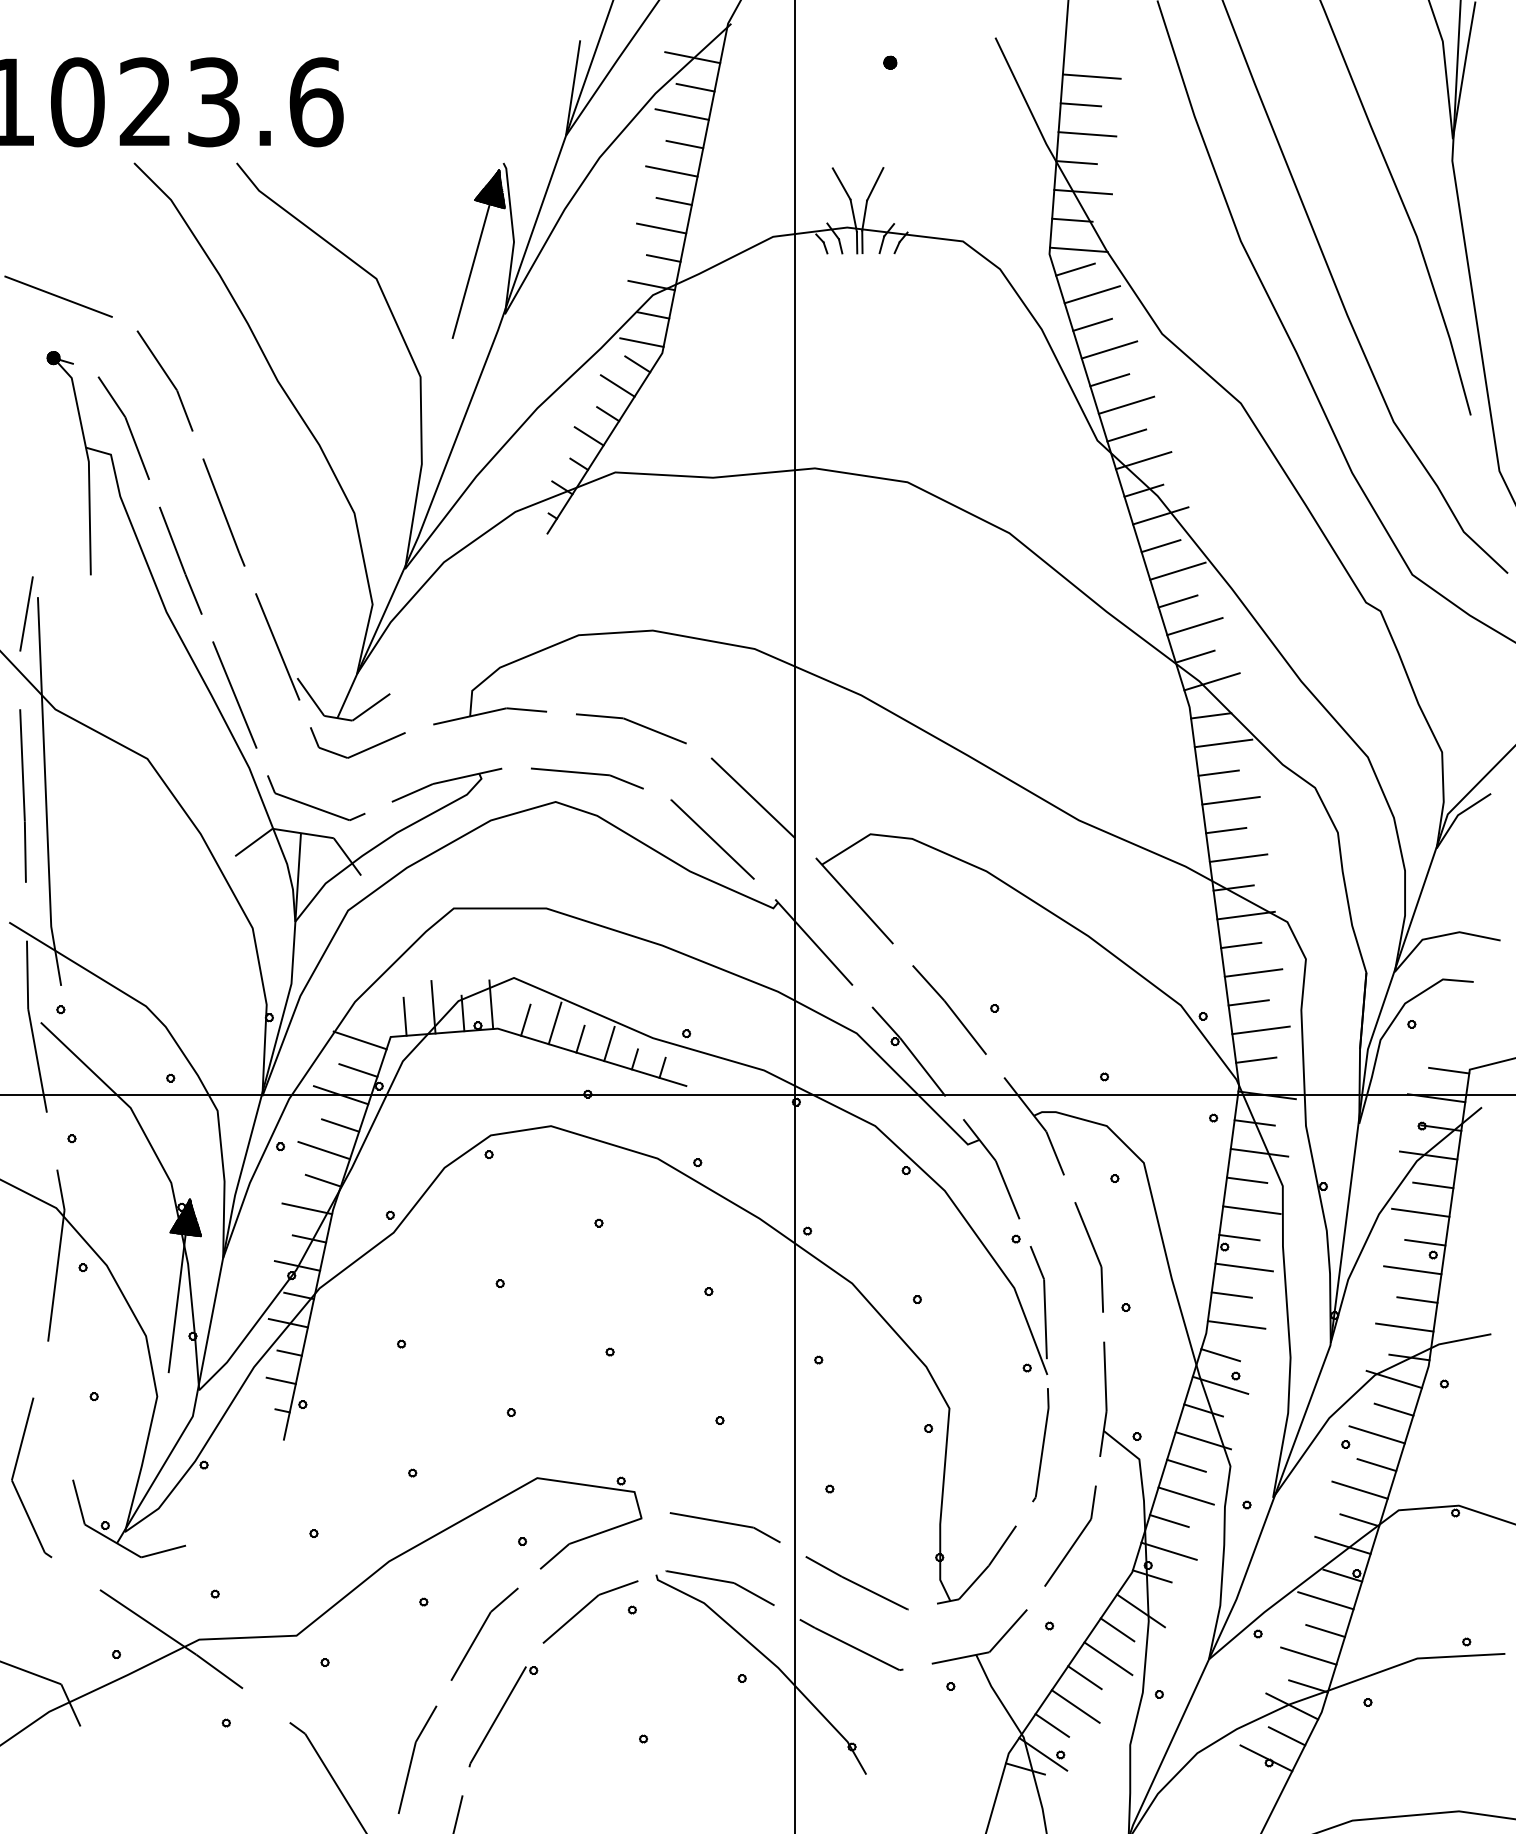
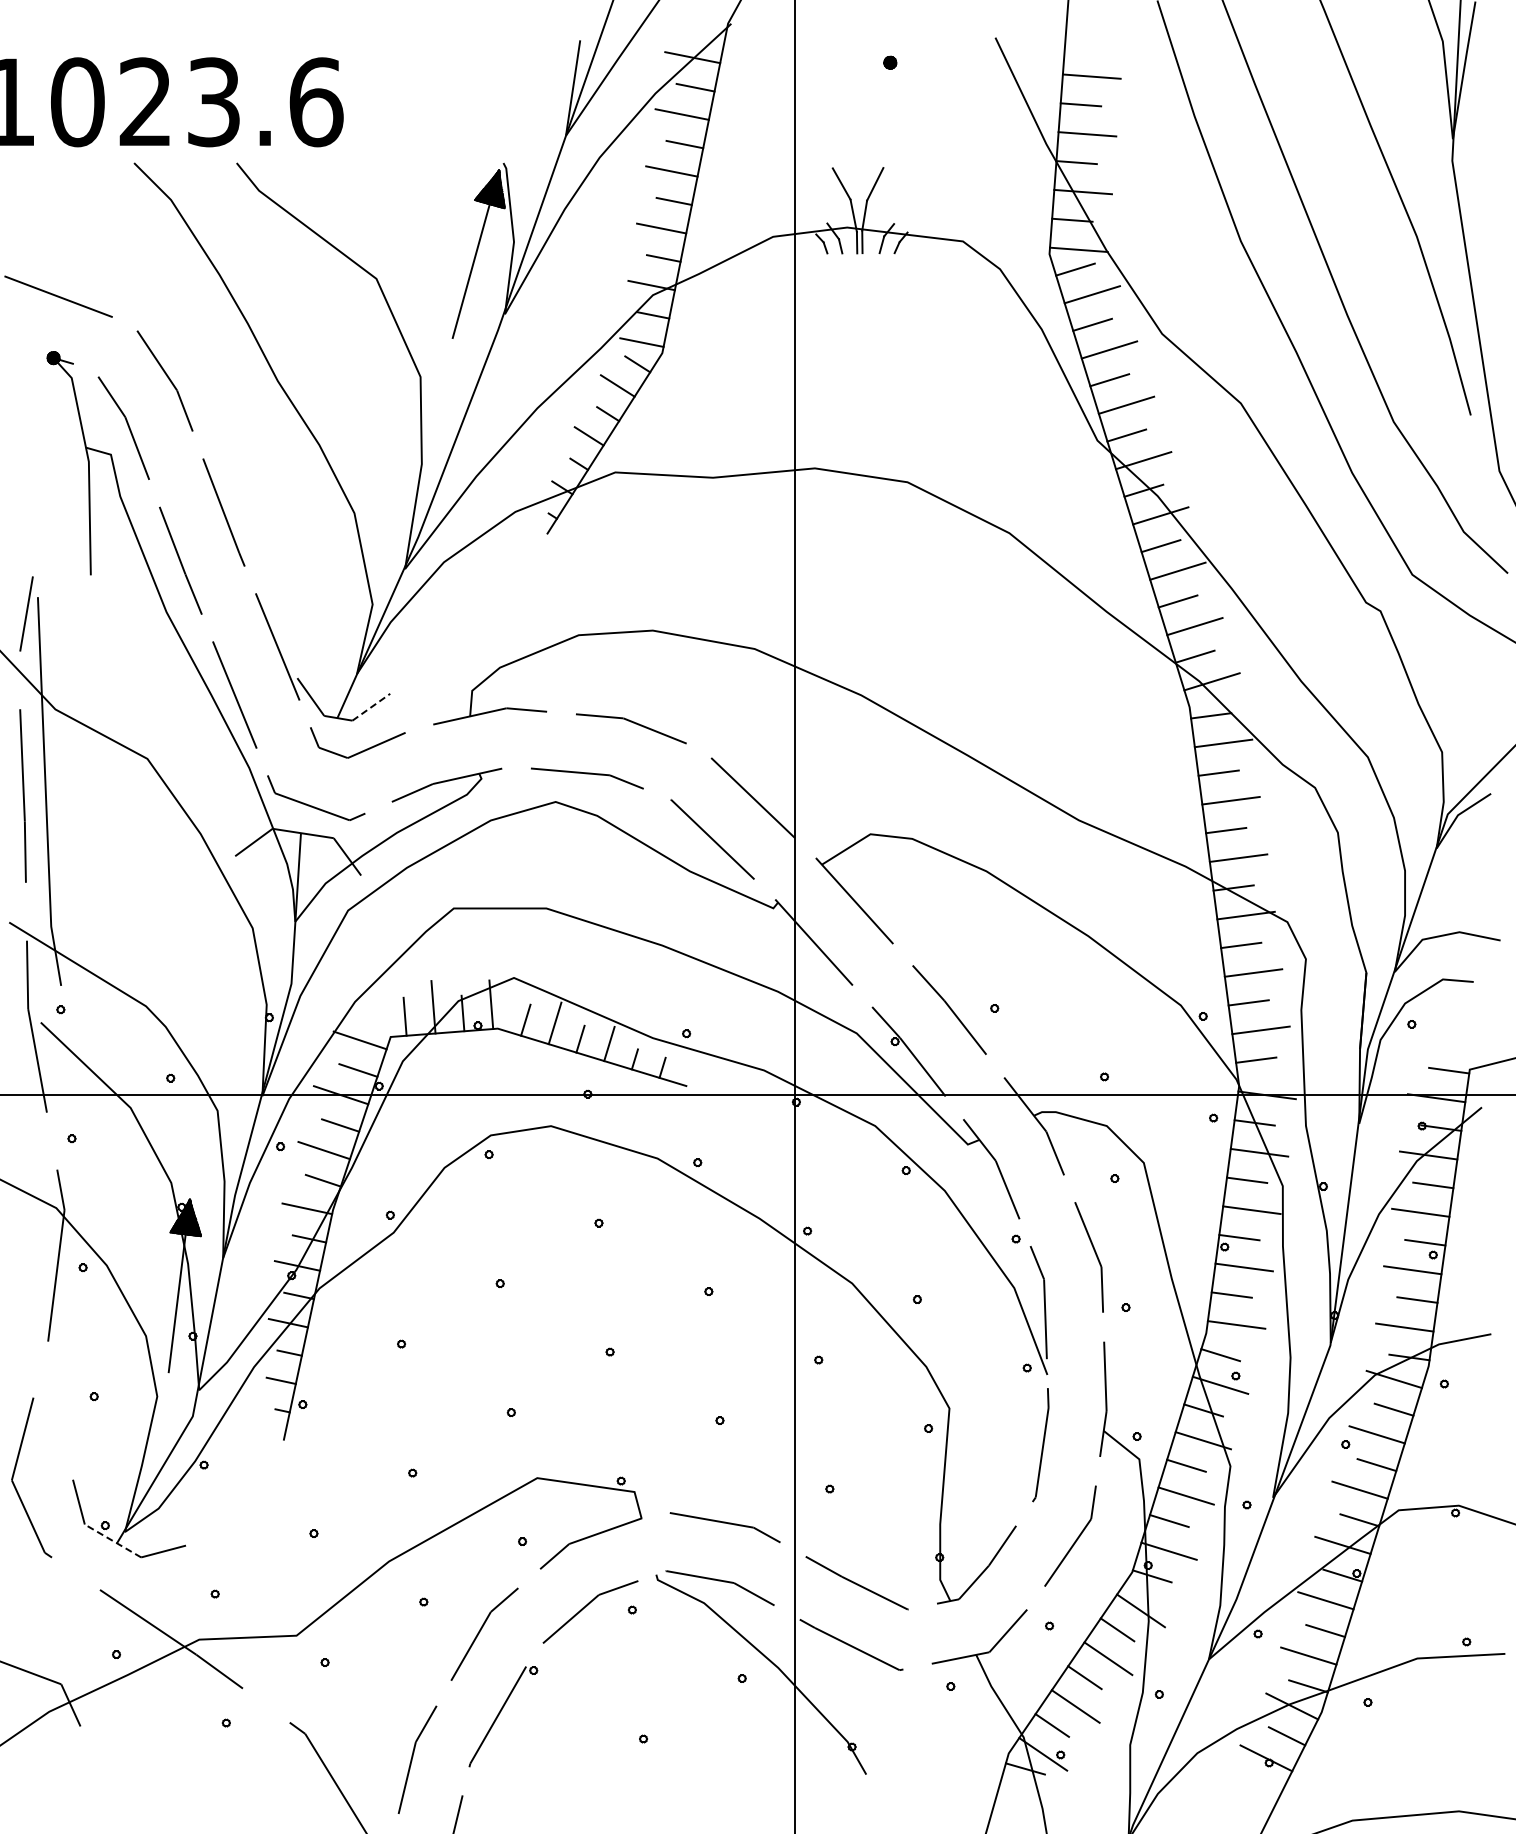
line at (371, 706): solid -> dashed
line at (113, 1540): solid -> dashed
